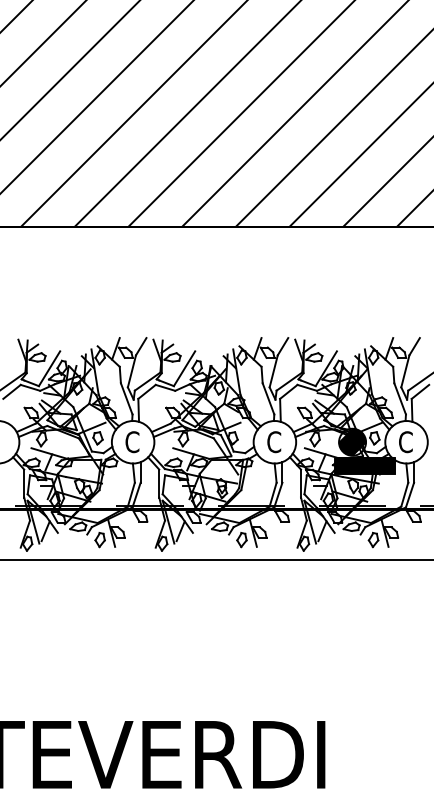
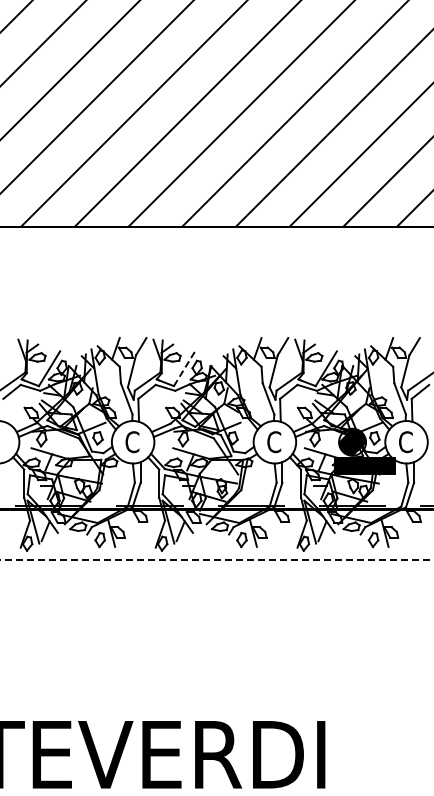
line at (184, 368): solid -> dashed
line at (217, 560): solid -> dashed
